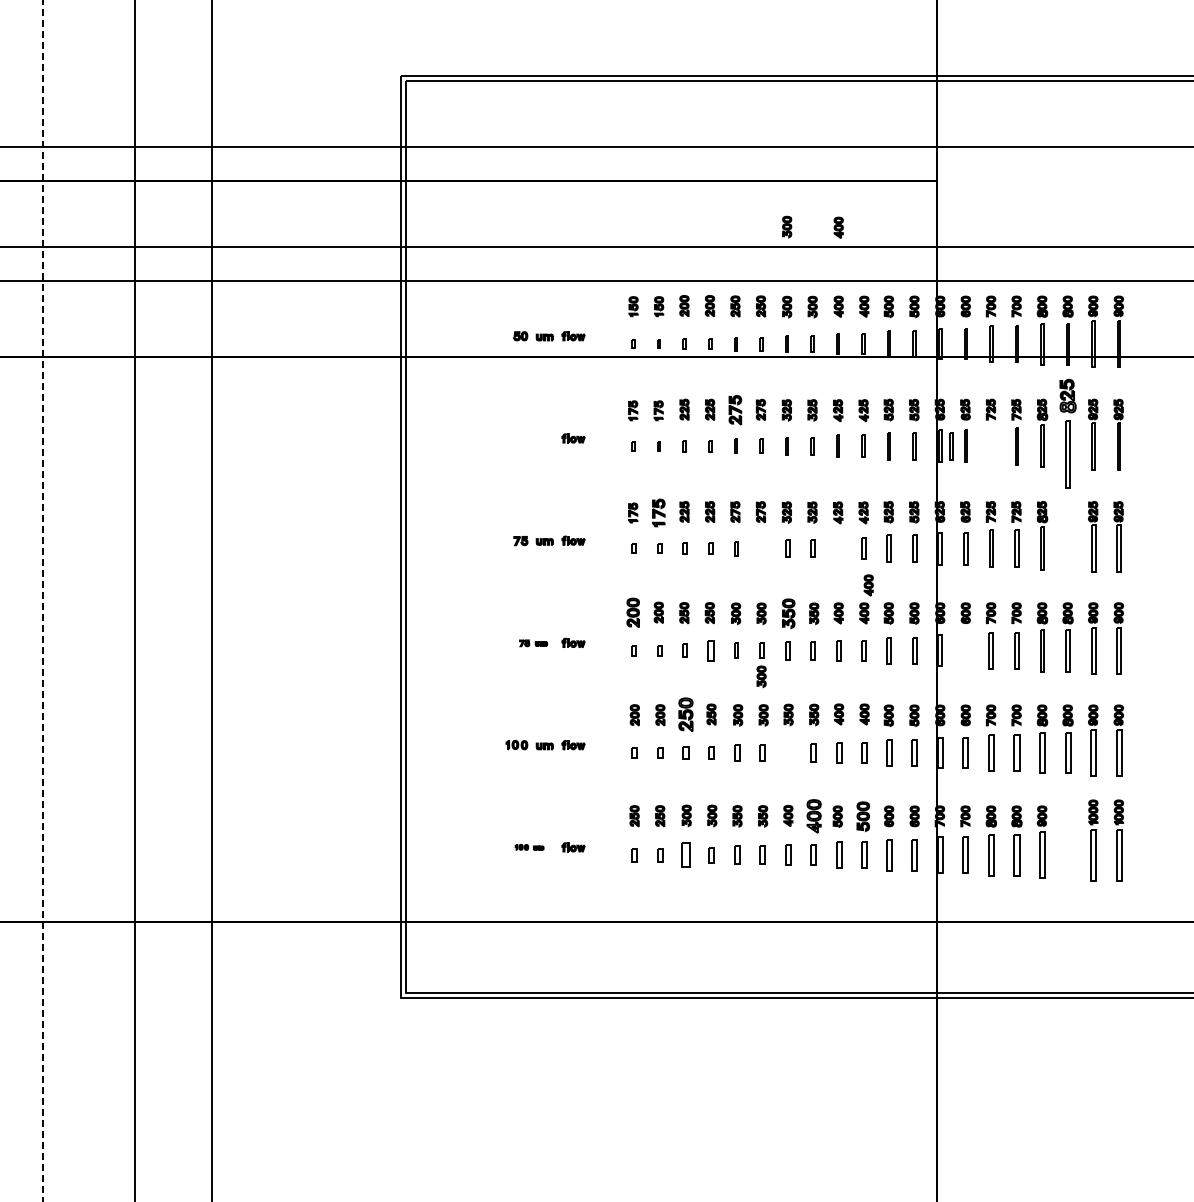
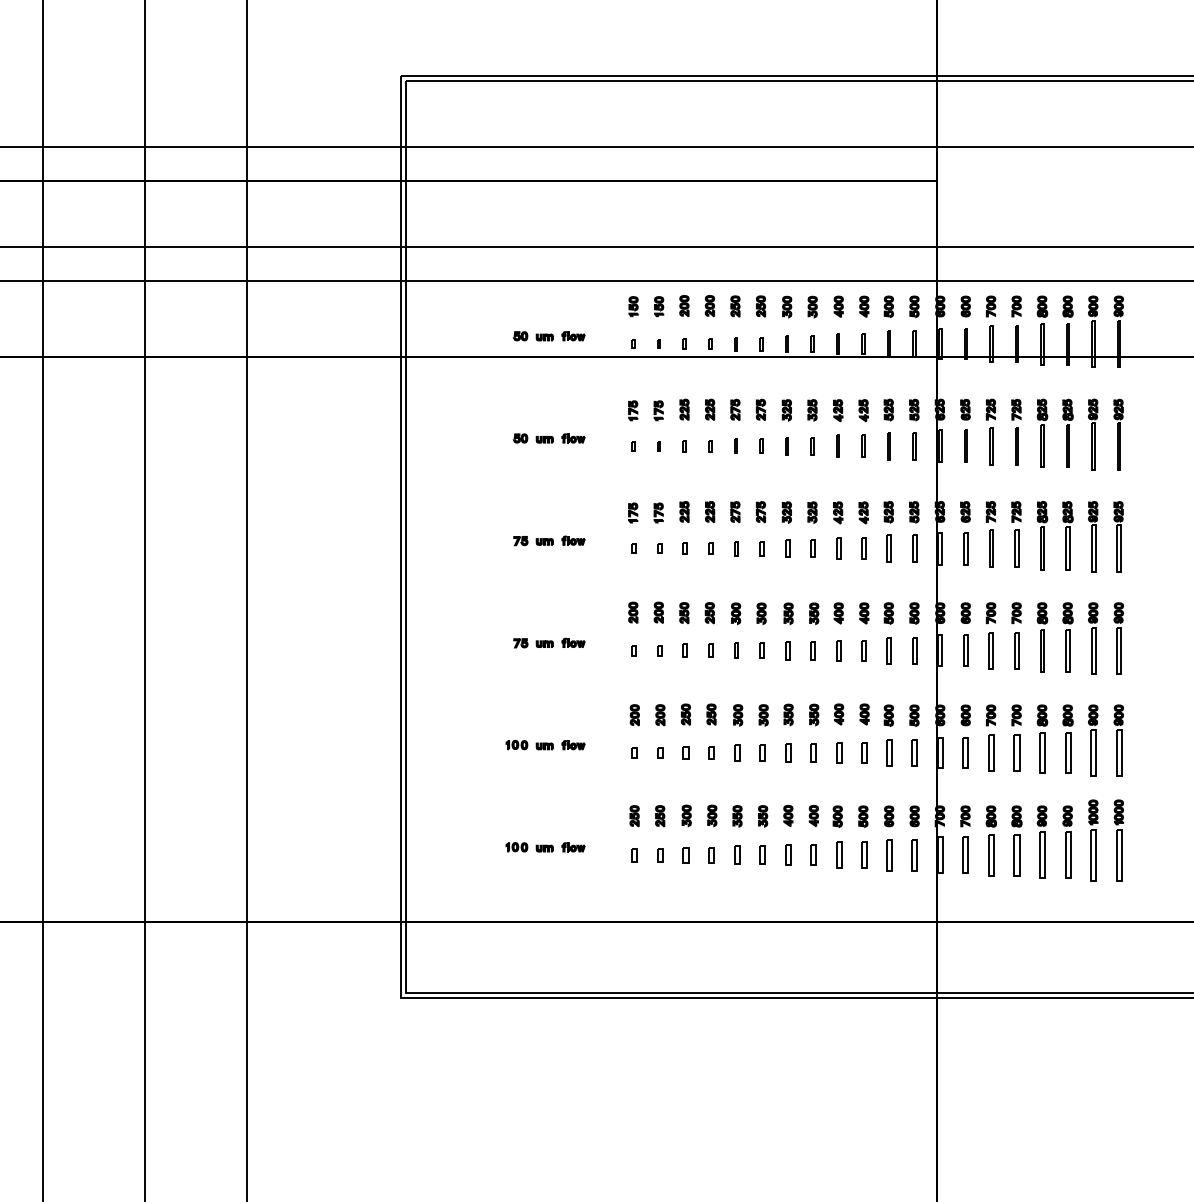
part at (787, 226): present -> none
part at (838, 227): present -> none
part at (735, 410) size: 15x31 px -> 11x23 px
part at (1067, 433) size: 18x111 px -> 12x70 px
part at (532, 438): none -> present
line at (950, 446): present -> none
line at (990, 446): none -> present
part at (658, 512) size: 14x30 px -> 11x22 px
part at (1067, 535): none -> present
part at (761, 548): none -> present
part at (838, 548): none -> present
part at (868, 585): present -> none
line at (135, 600) position: (135, 600) -> (145, 600)
line at (212, 600) position: (212, 600) -> (247, 600)
line at (42, 601): dashed -> solid
part at (632, 612) size: 14x32 px -> 11x23 px
part at (788, 613) size: 14x32 px -> 11x23 px
part at (533, 643) size: 29x9 px -> 41x11 px
part at (710, 650) size: 8x22 px -> 6x15 px
part at (965, 650): none -> present
part at (761, 676): present -> none
part at (685, 714) size: 16x35 px -> 10x23 px
part at (788, 752): none -> present
part at (813, 816) size: 16x35 px -> 11x23 px
part at (862, 816) size: 14x32 px -> 11x23 px
part at (1067, 841): none -> present
part at (529, 847) size: 31x7 px -> 49x11 px
part at (685, 854) size: 10x26 px -> 8x17 px
